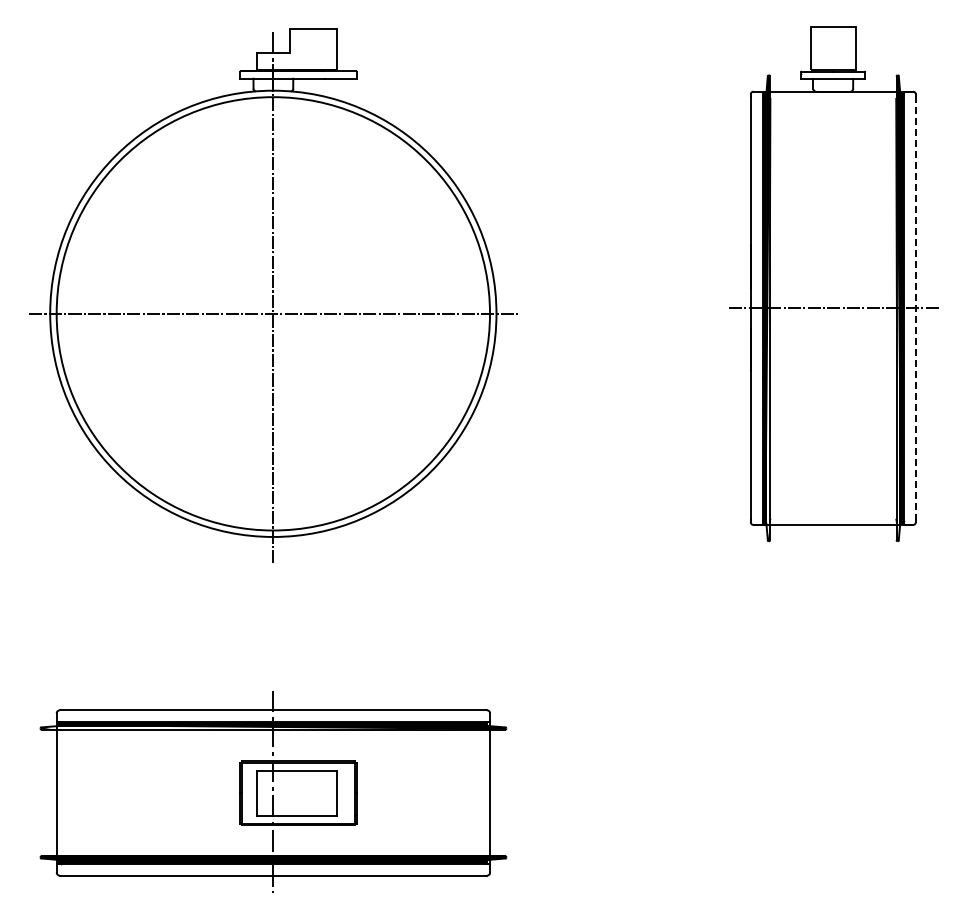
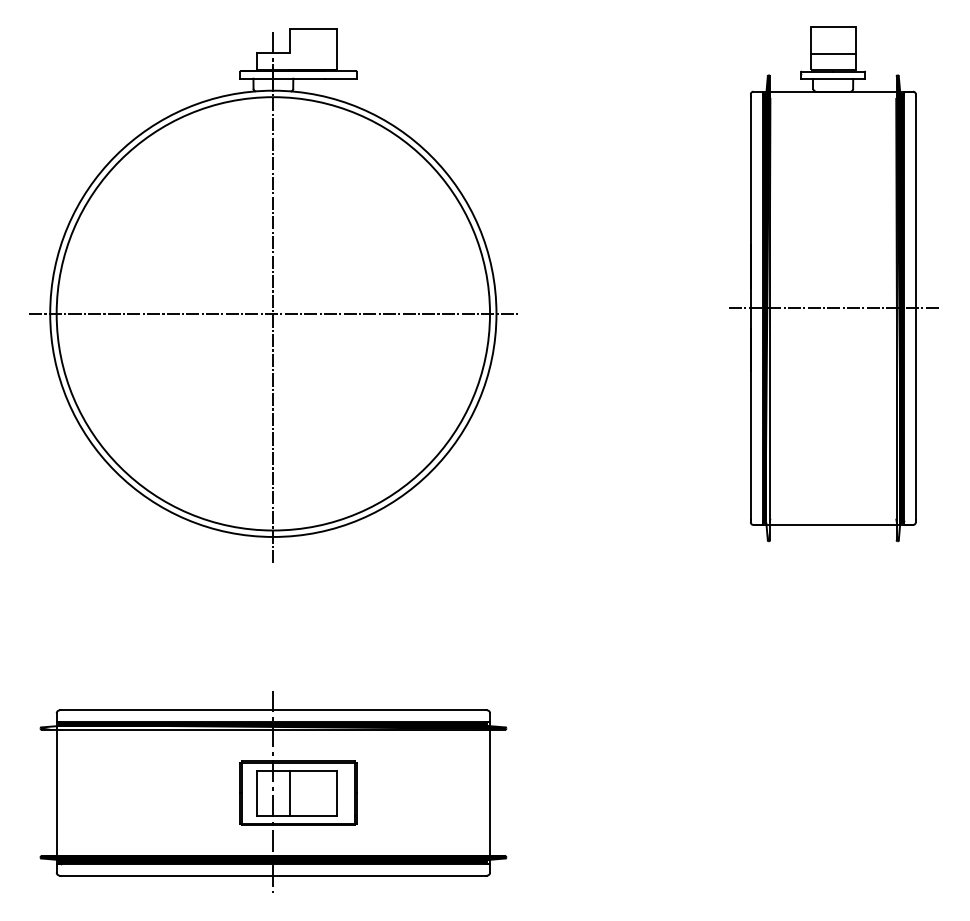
line at (832, 54): none -> present
line at (915, 308): dashed -> solid
line at (289, 792): none -> present
